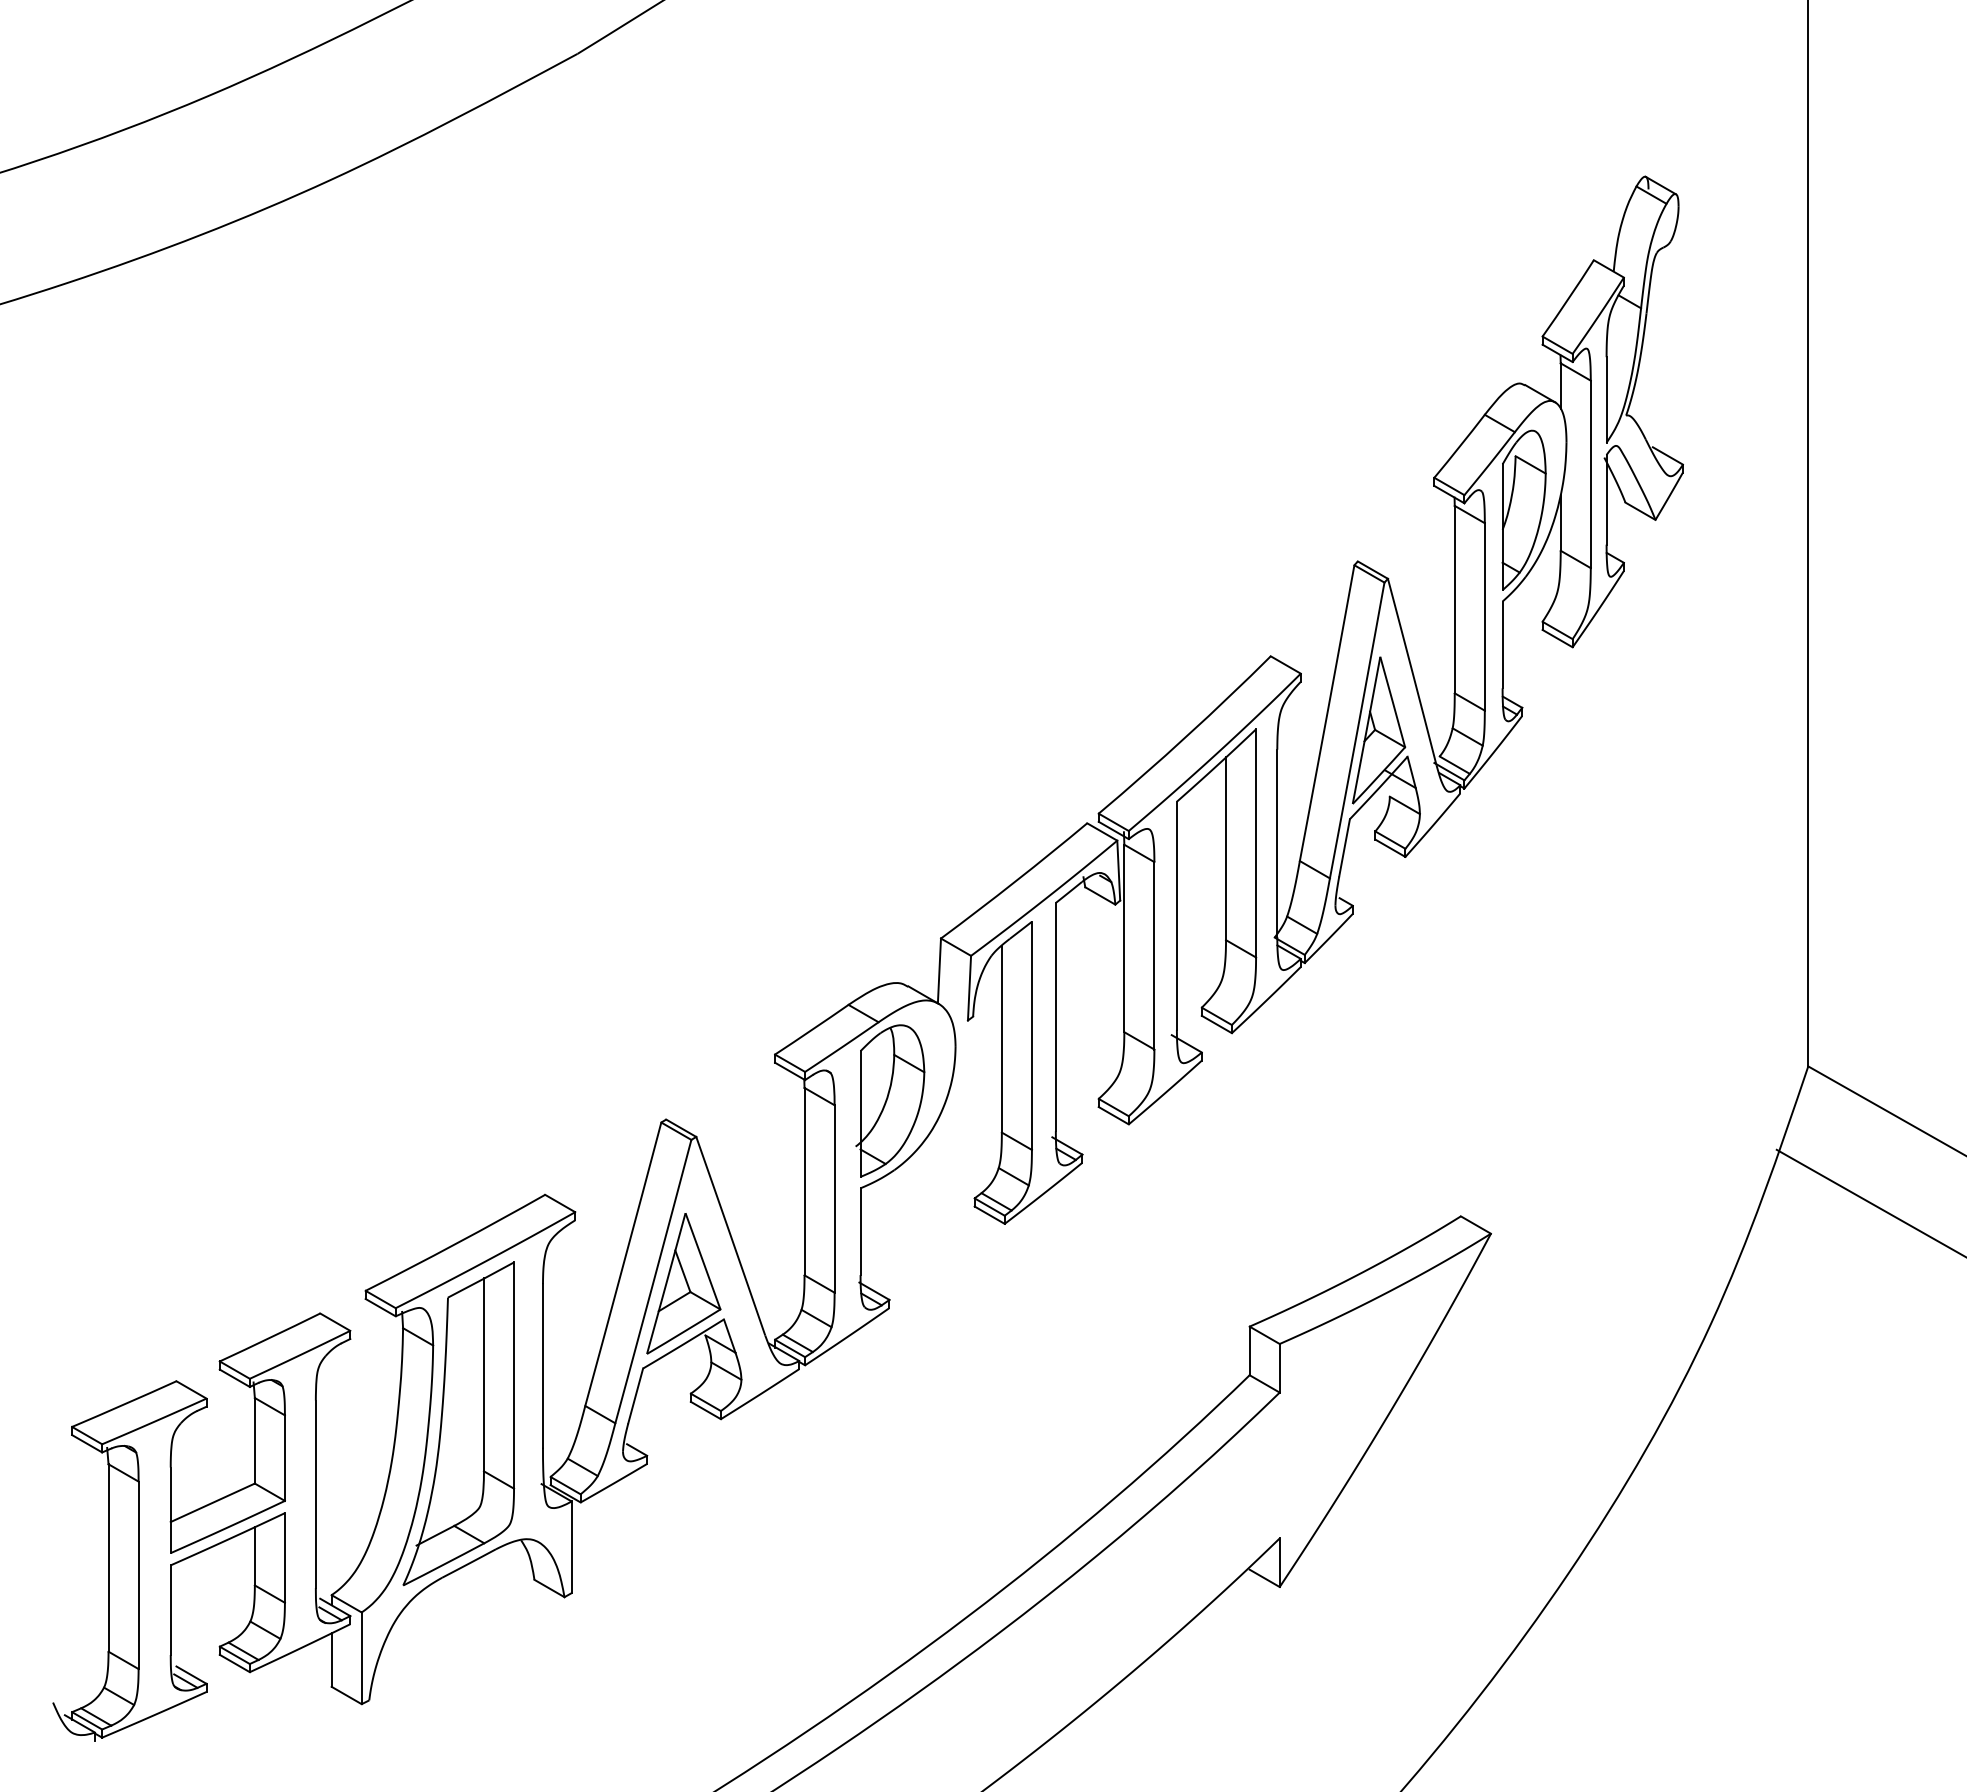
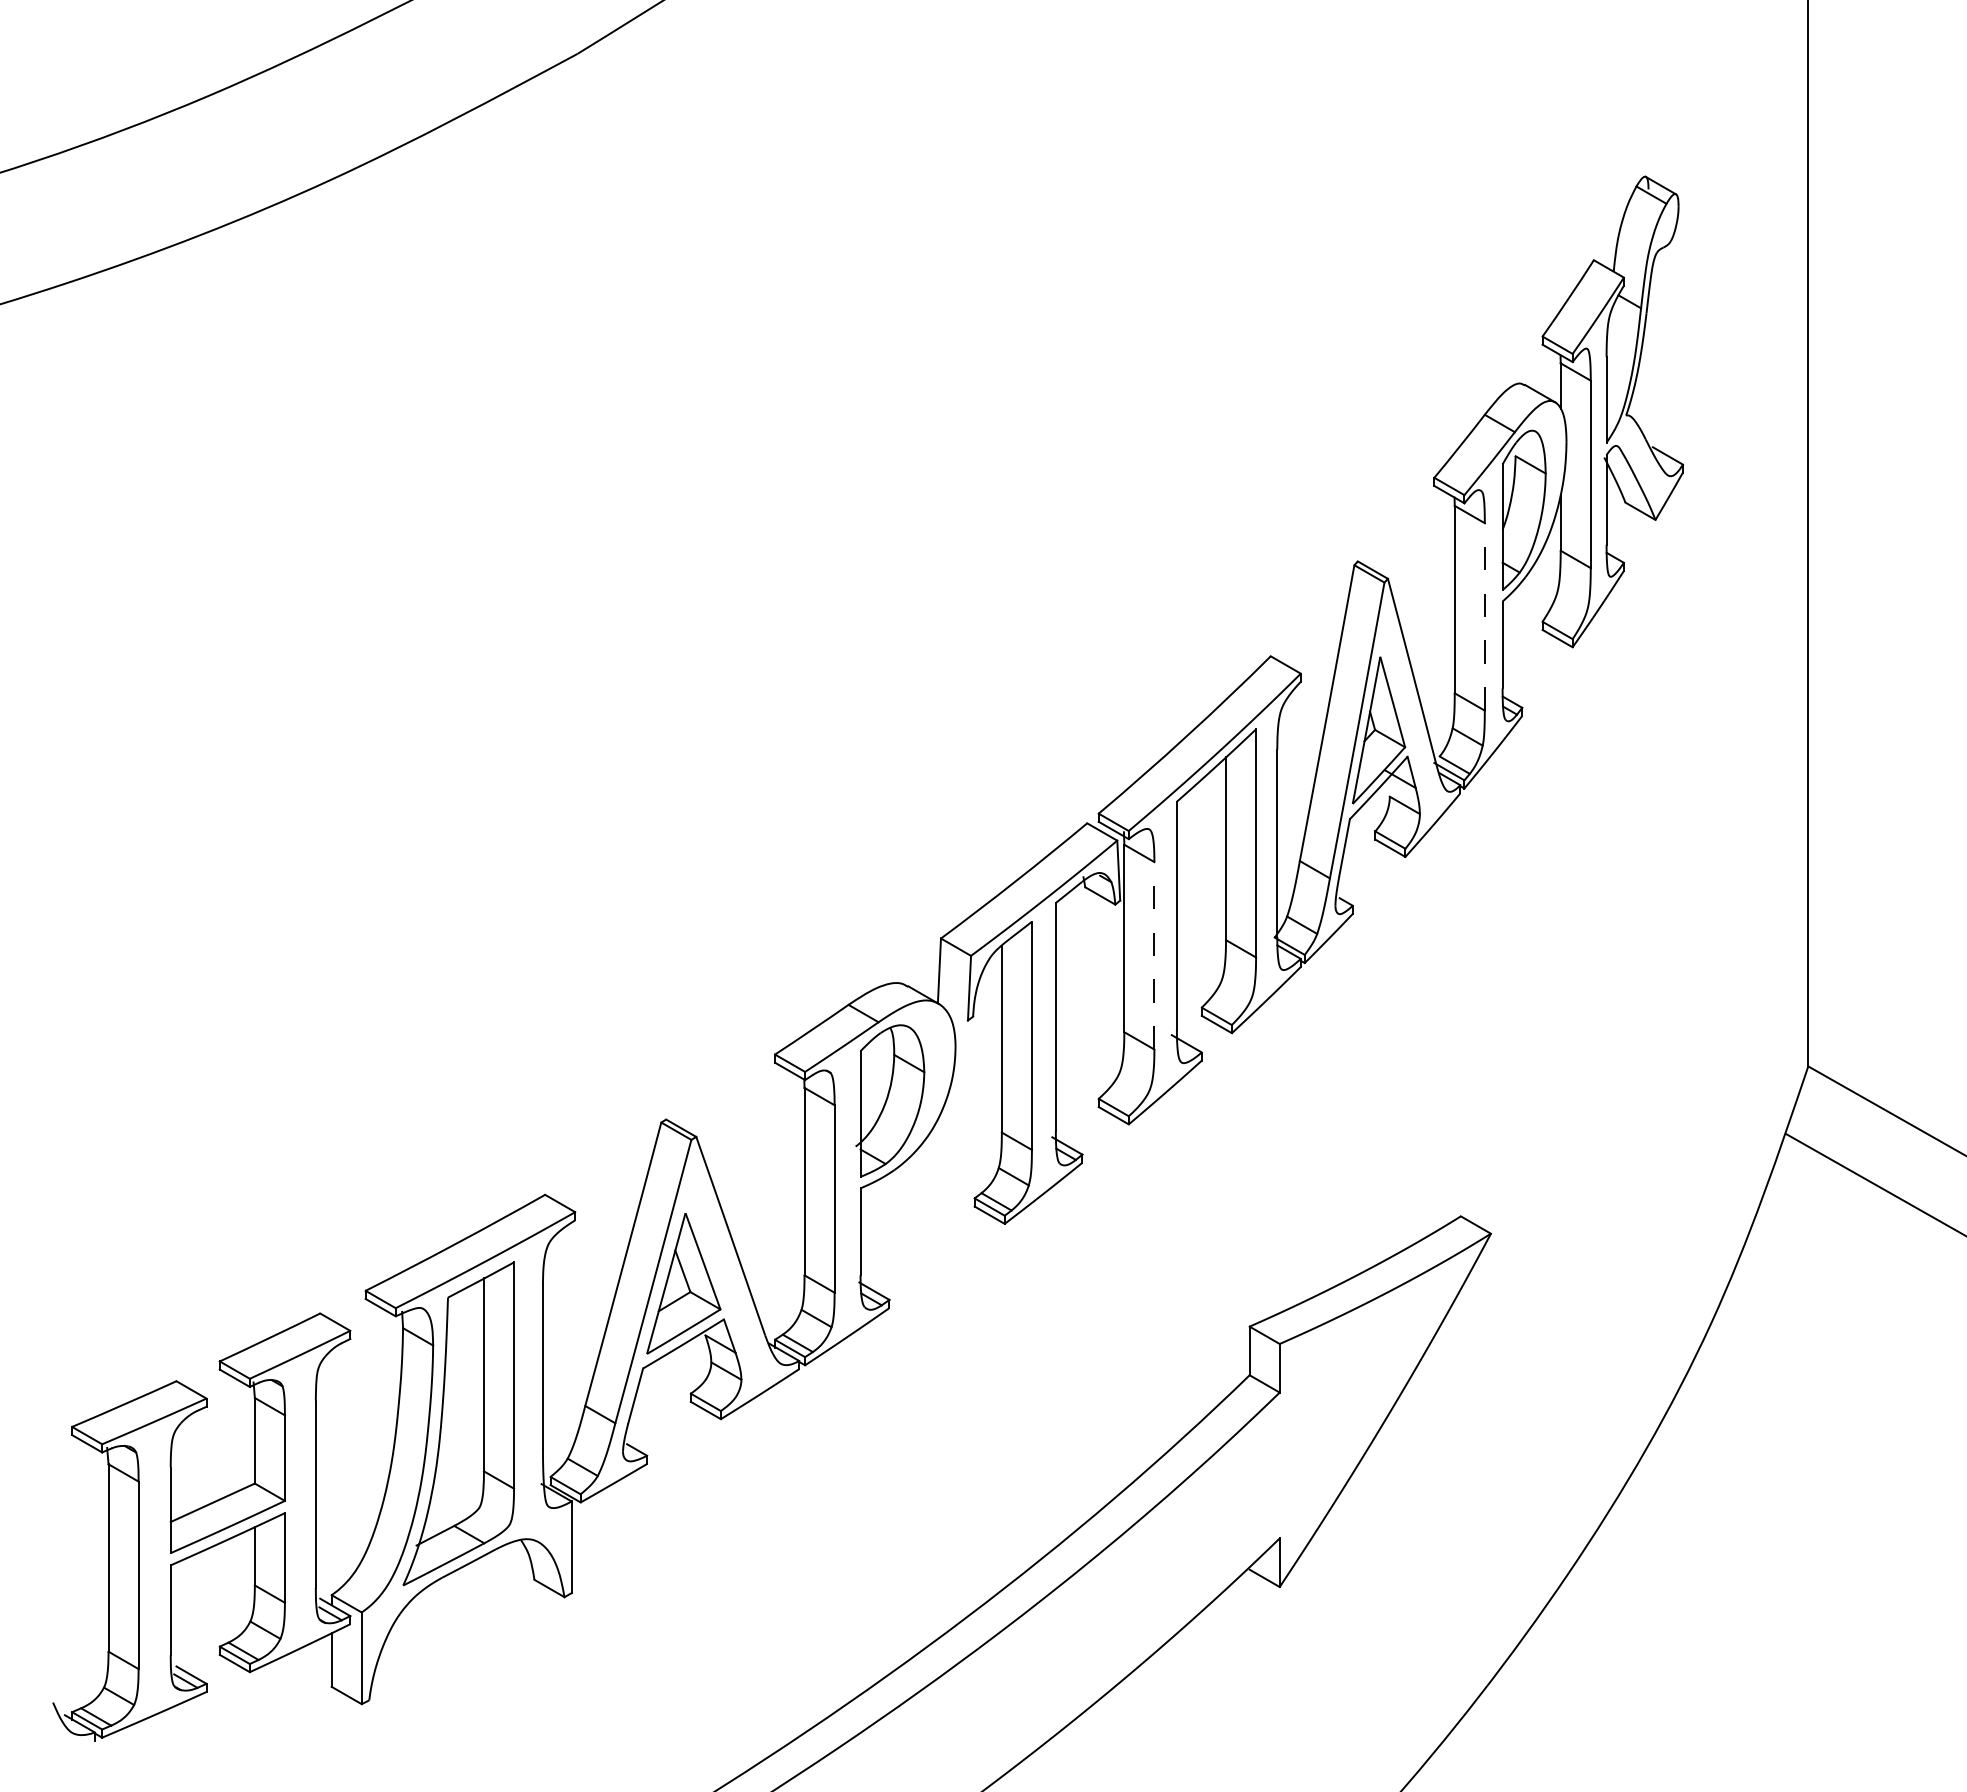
line at (1484, 616): solid -> dashed
line at (1154, 955): solid -> dashed
line at (1869, 1202) position: (1869, 1202) -> (1874, 1183)
